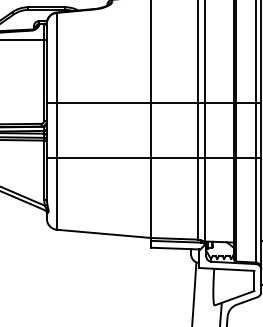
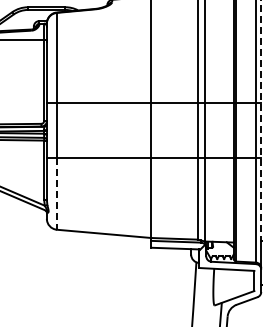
line at (261, 121): solid -> dashed
line at (56, 194): solid -> dashed
